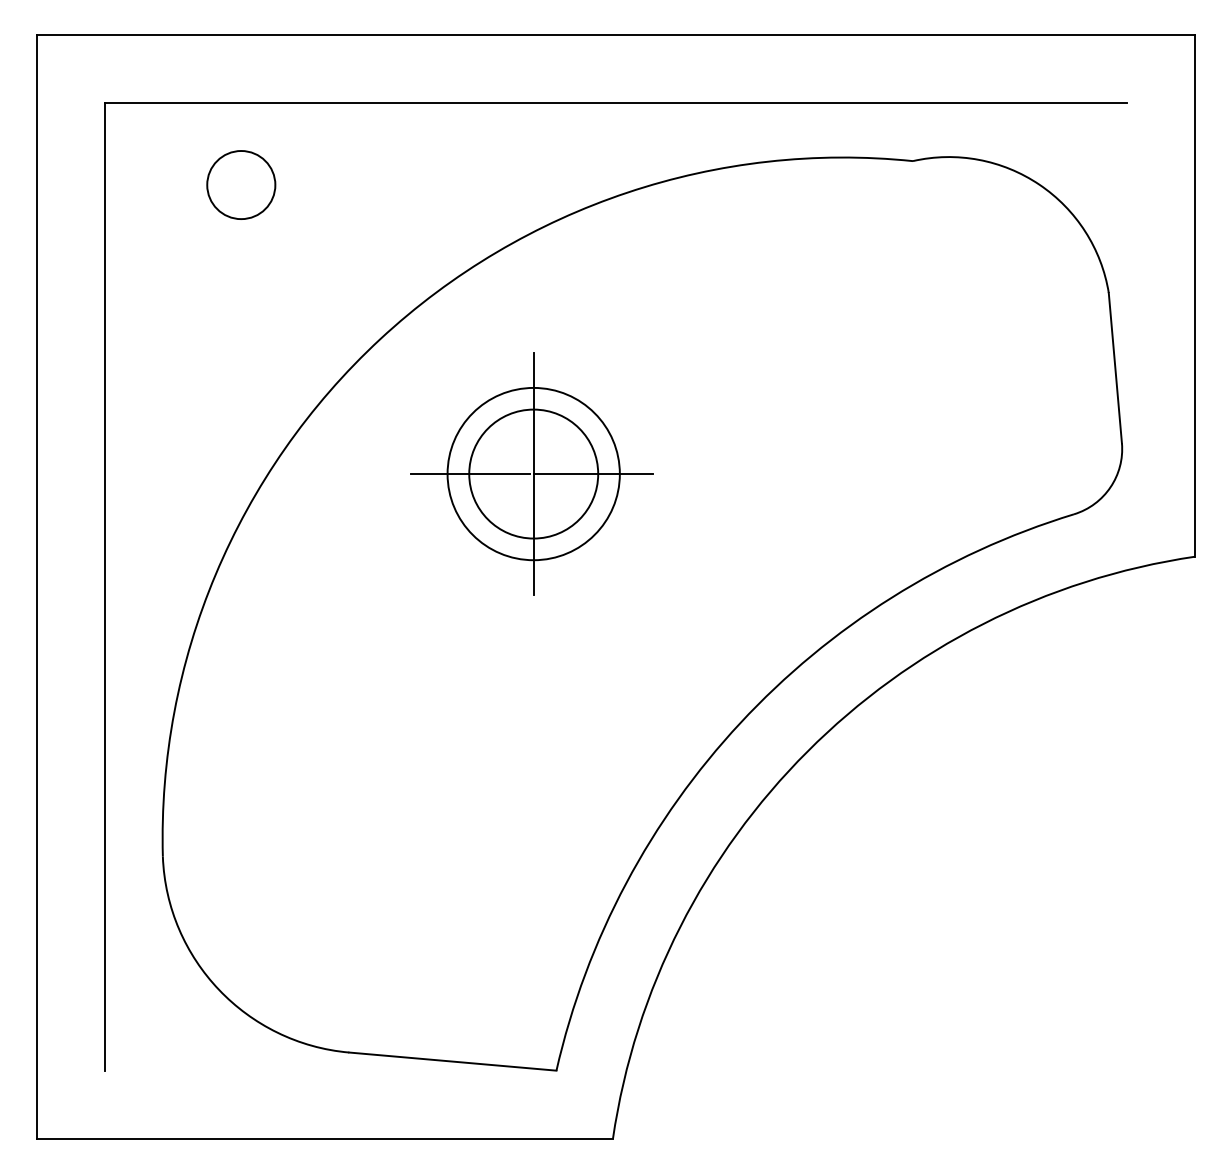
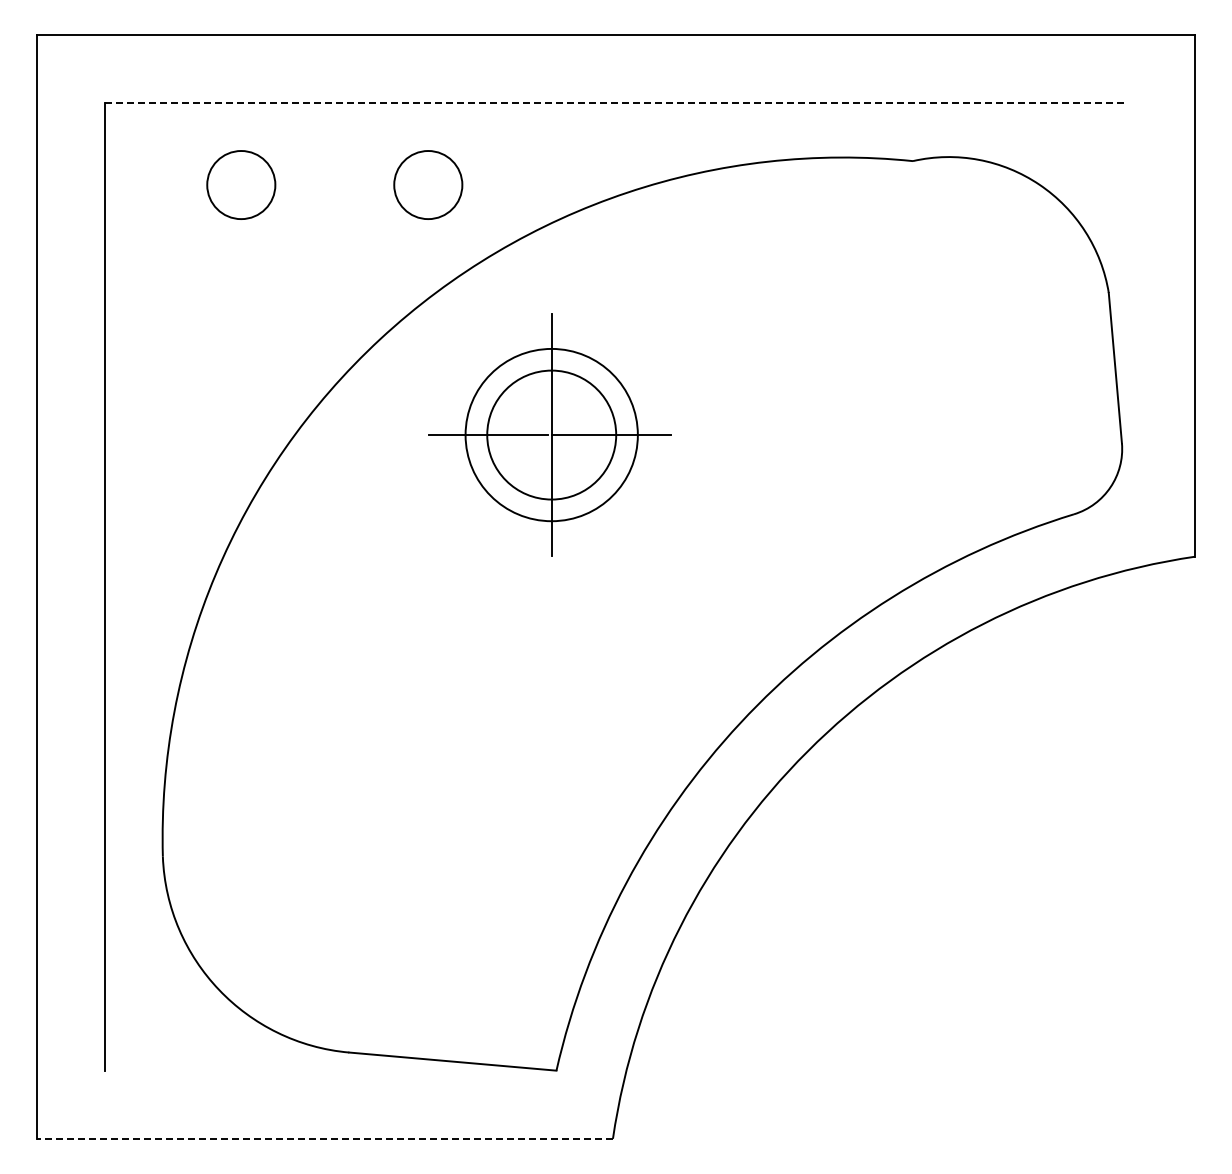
line at (615, 103): solid -> dashed
circle at (428, 184): none -> present
part at (531, 473) position: (531, 473) -> (549, 434)
line at (324, 1138): solid -> dashed
